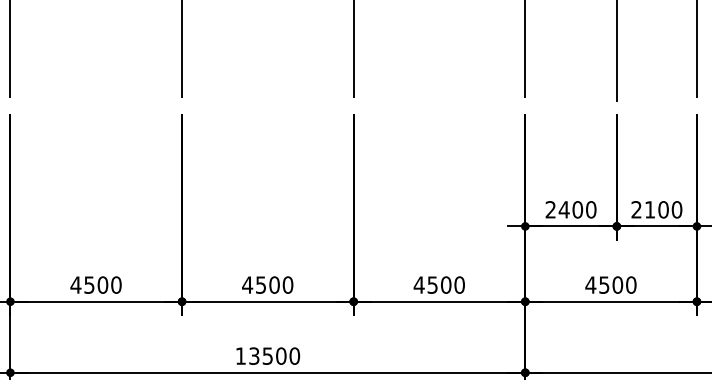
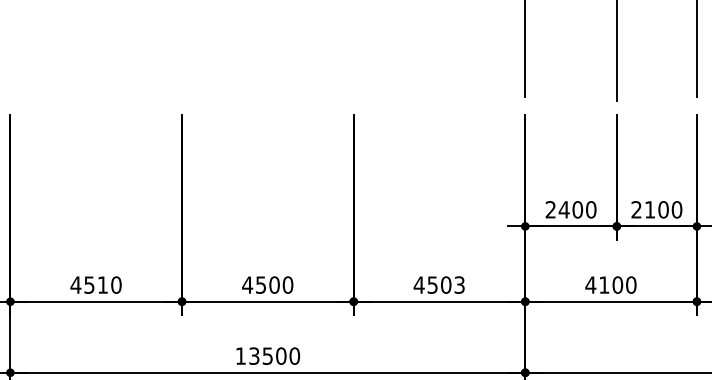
line at (10, 50): present -> none
line at (182, 50): present -> none
line at (353, 50): present -> none
text at (102, 284): 4500 -> 4510
text at (459, 284): 4500 -> 4503
text at (604, 284): 4500 -> 4100
